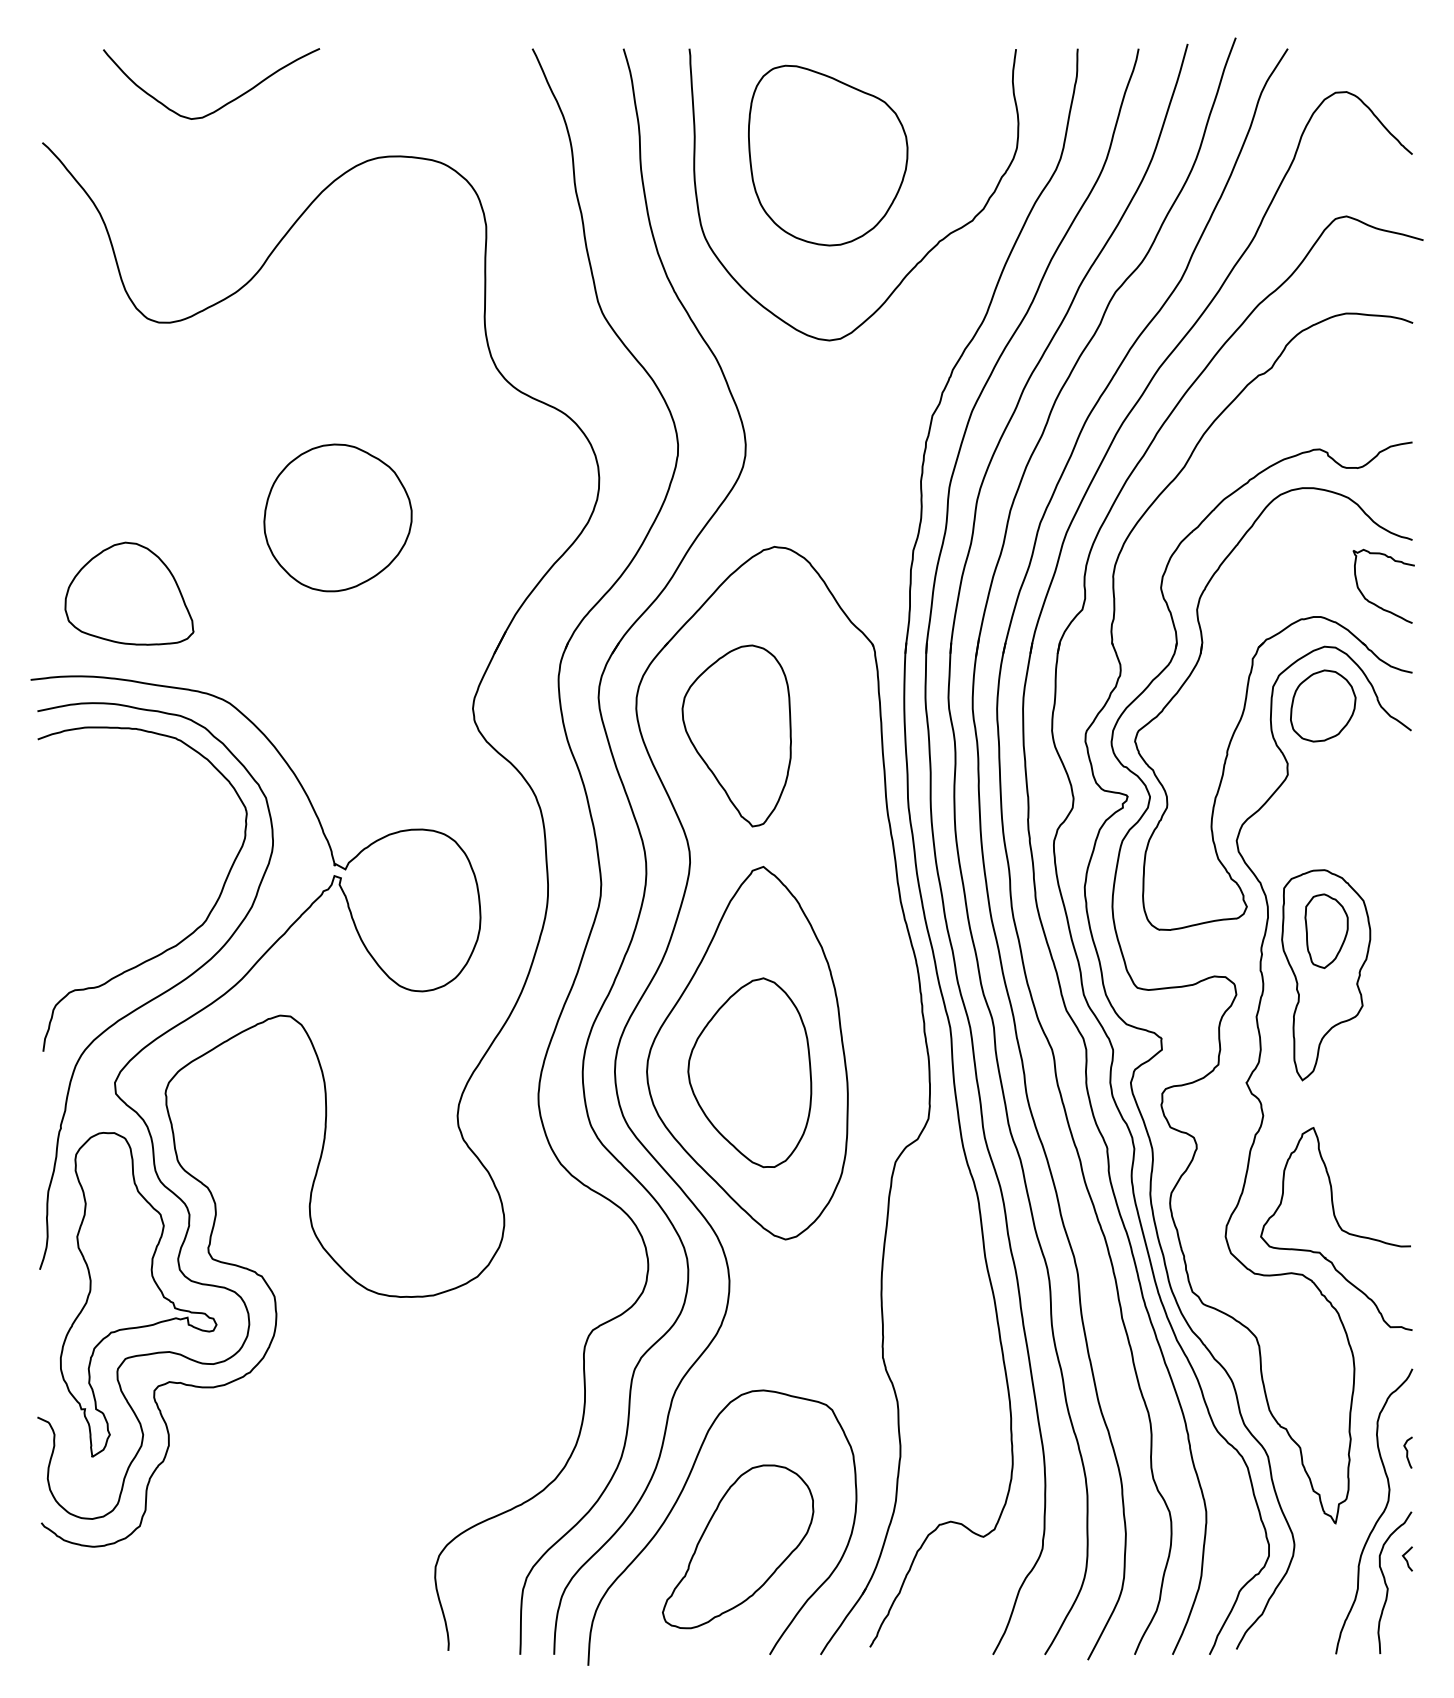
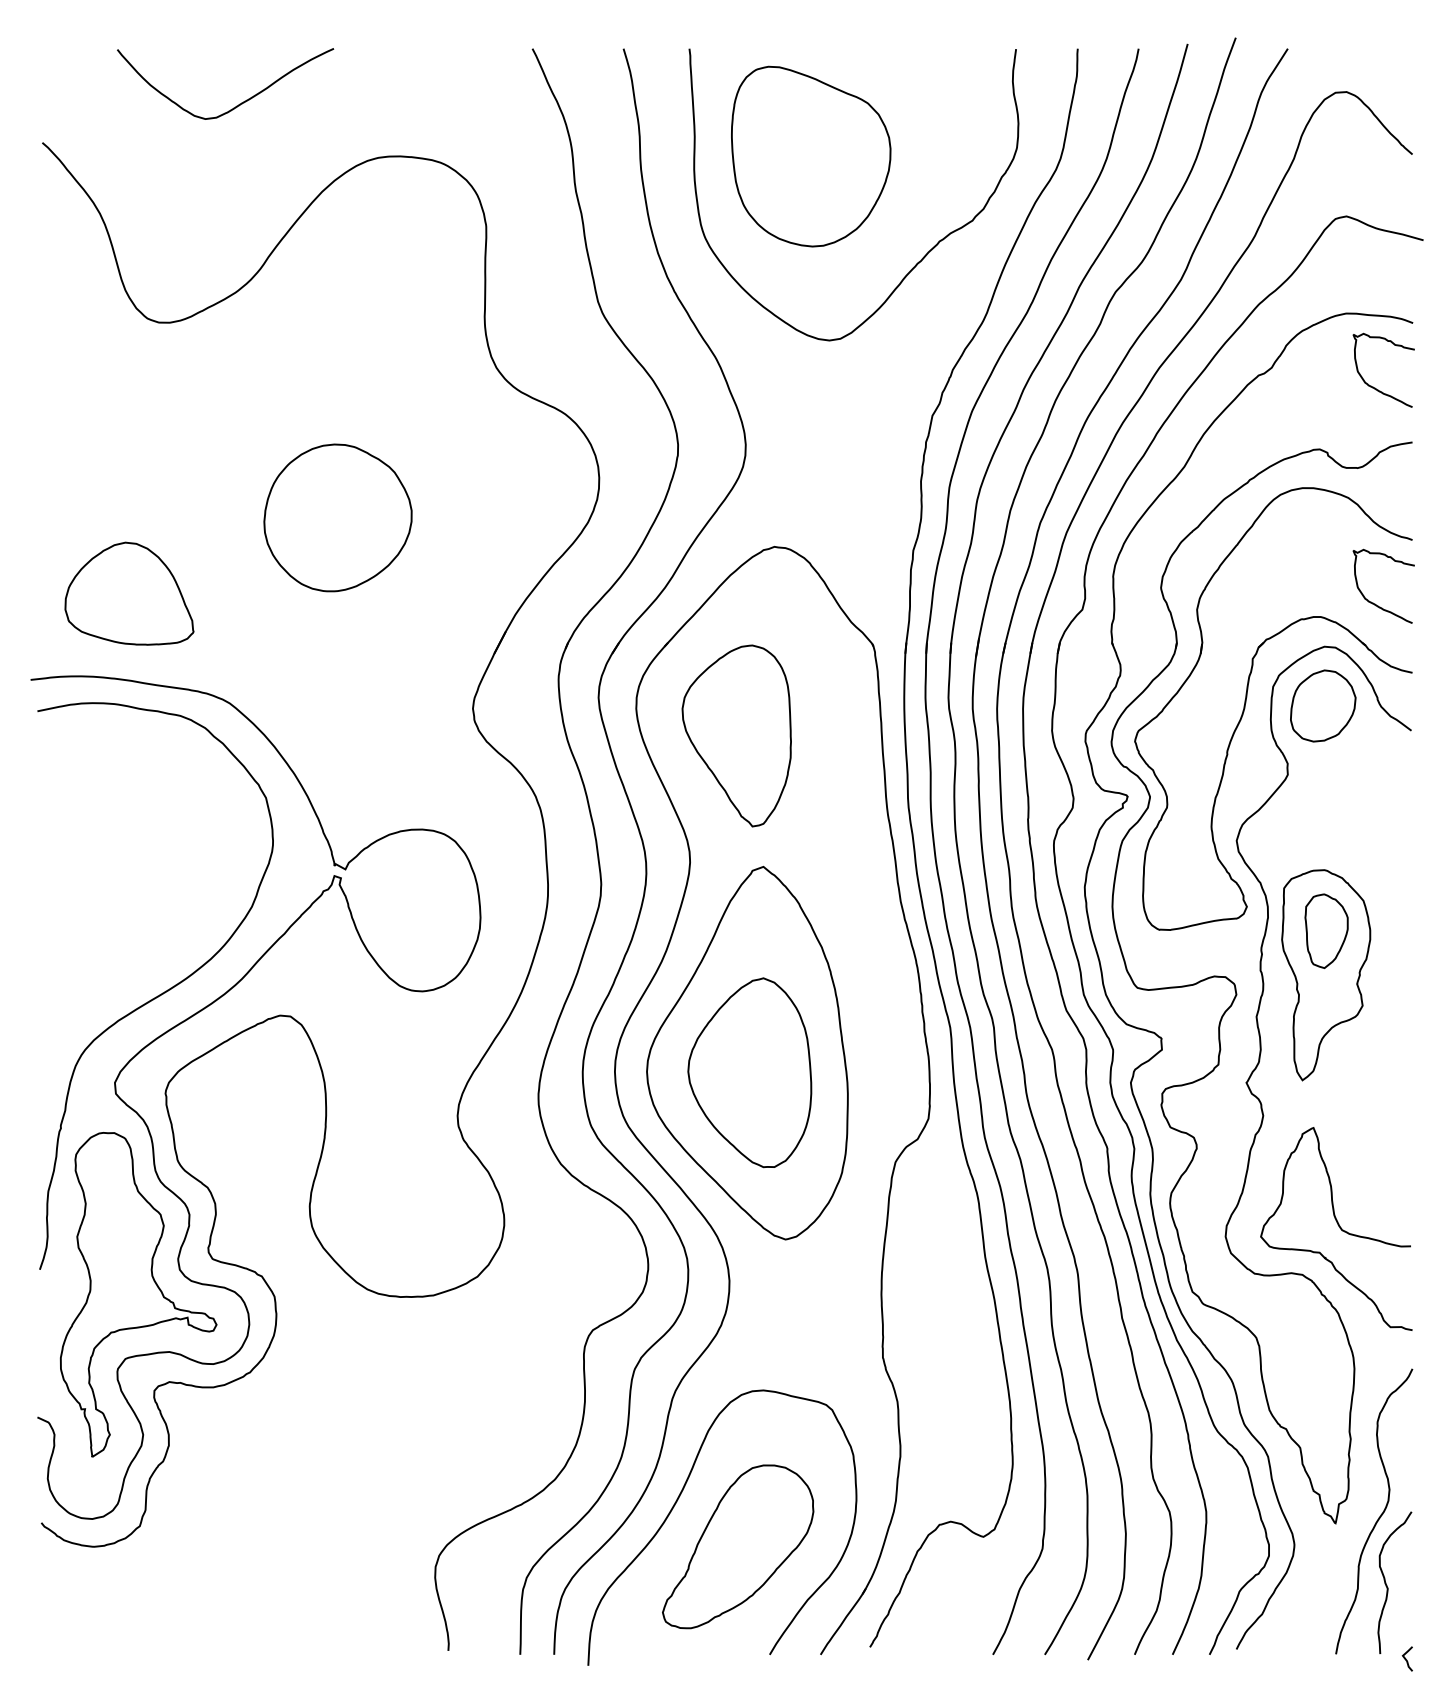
curve at (225, 103) position: (225, 103) -> (239, 103)
part at (828, 155) position: (828, 155) -> (811, 156)
curve at (1375, 387): none -> present
curve at (183, 938): present -> none
curve at (1407, 1452): present -> none
curve at (1406, 1558) position: (1406, 1558) -> (1406, 1658)
